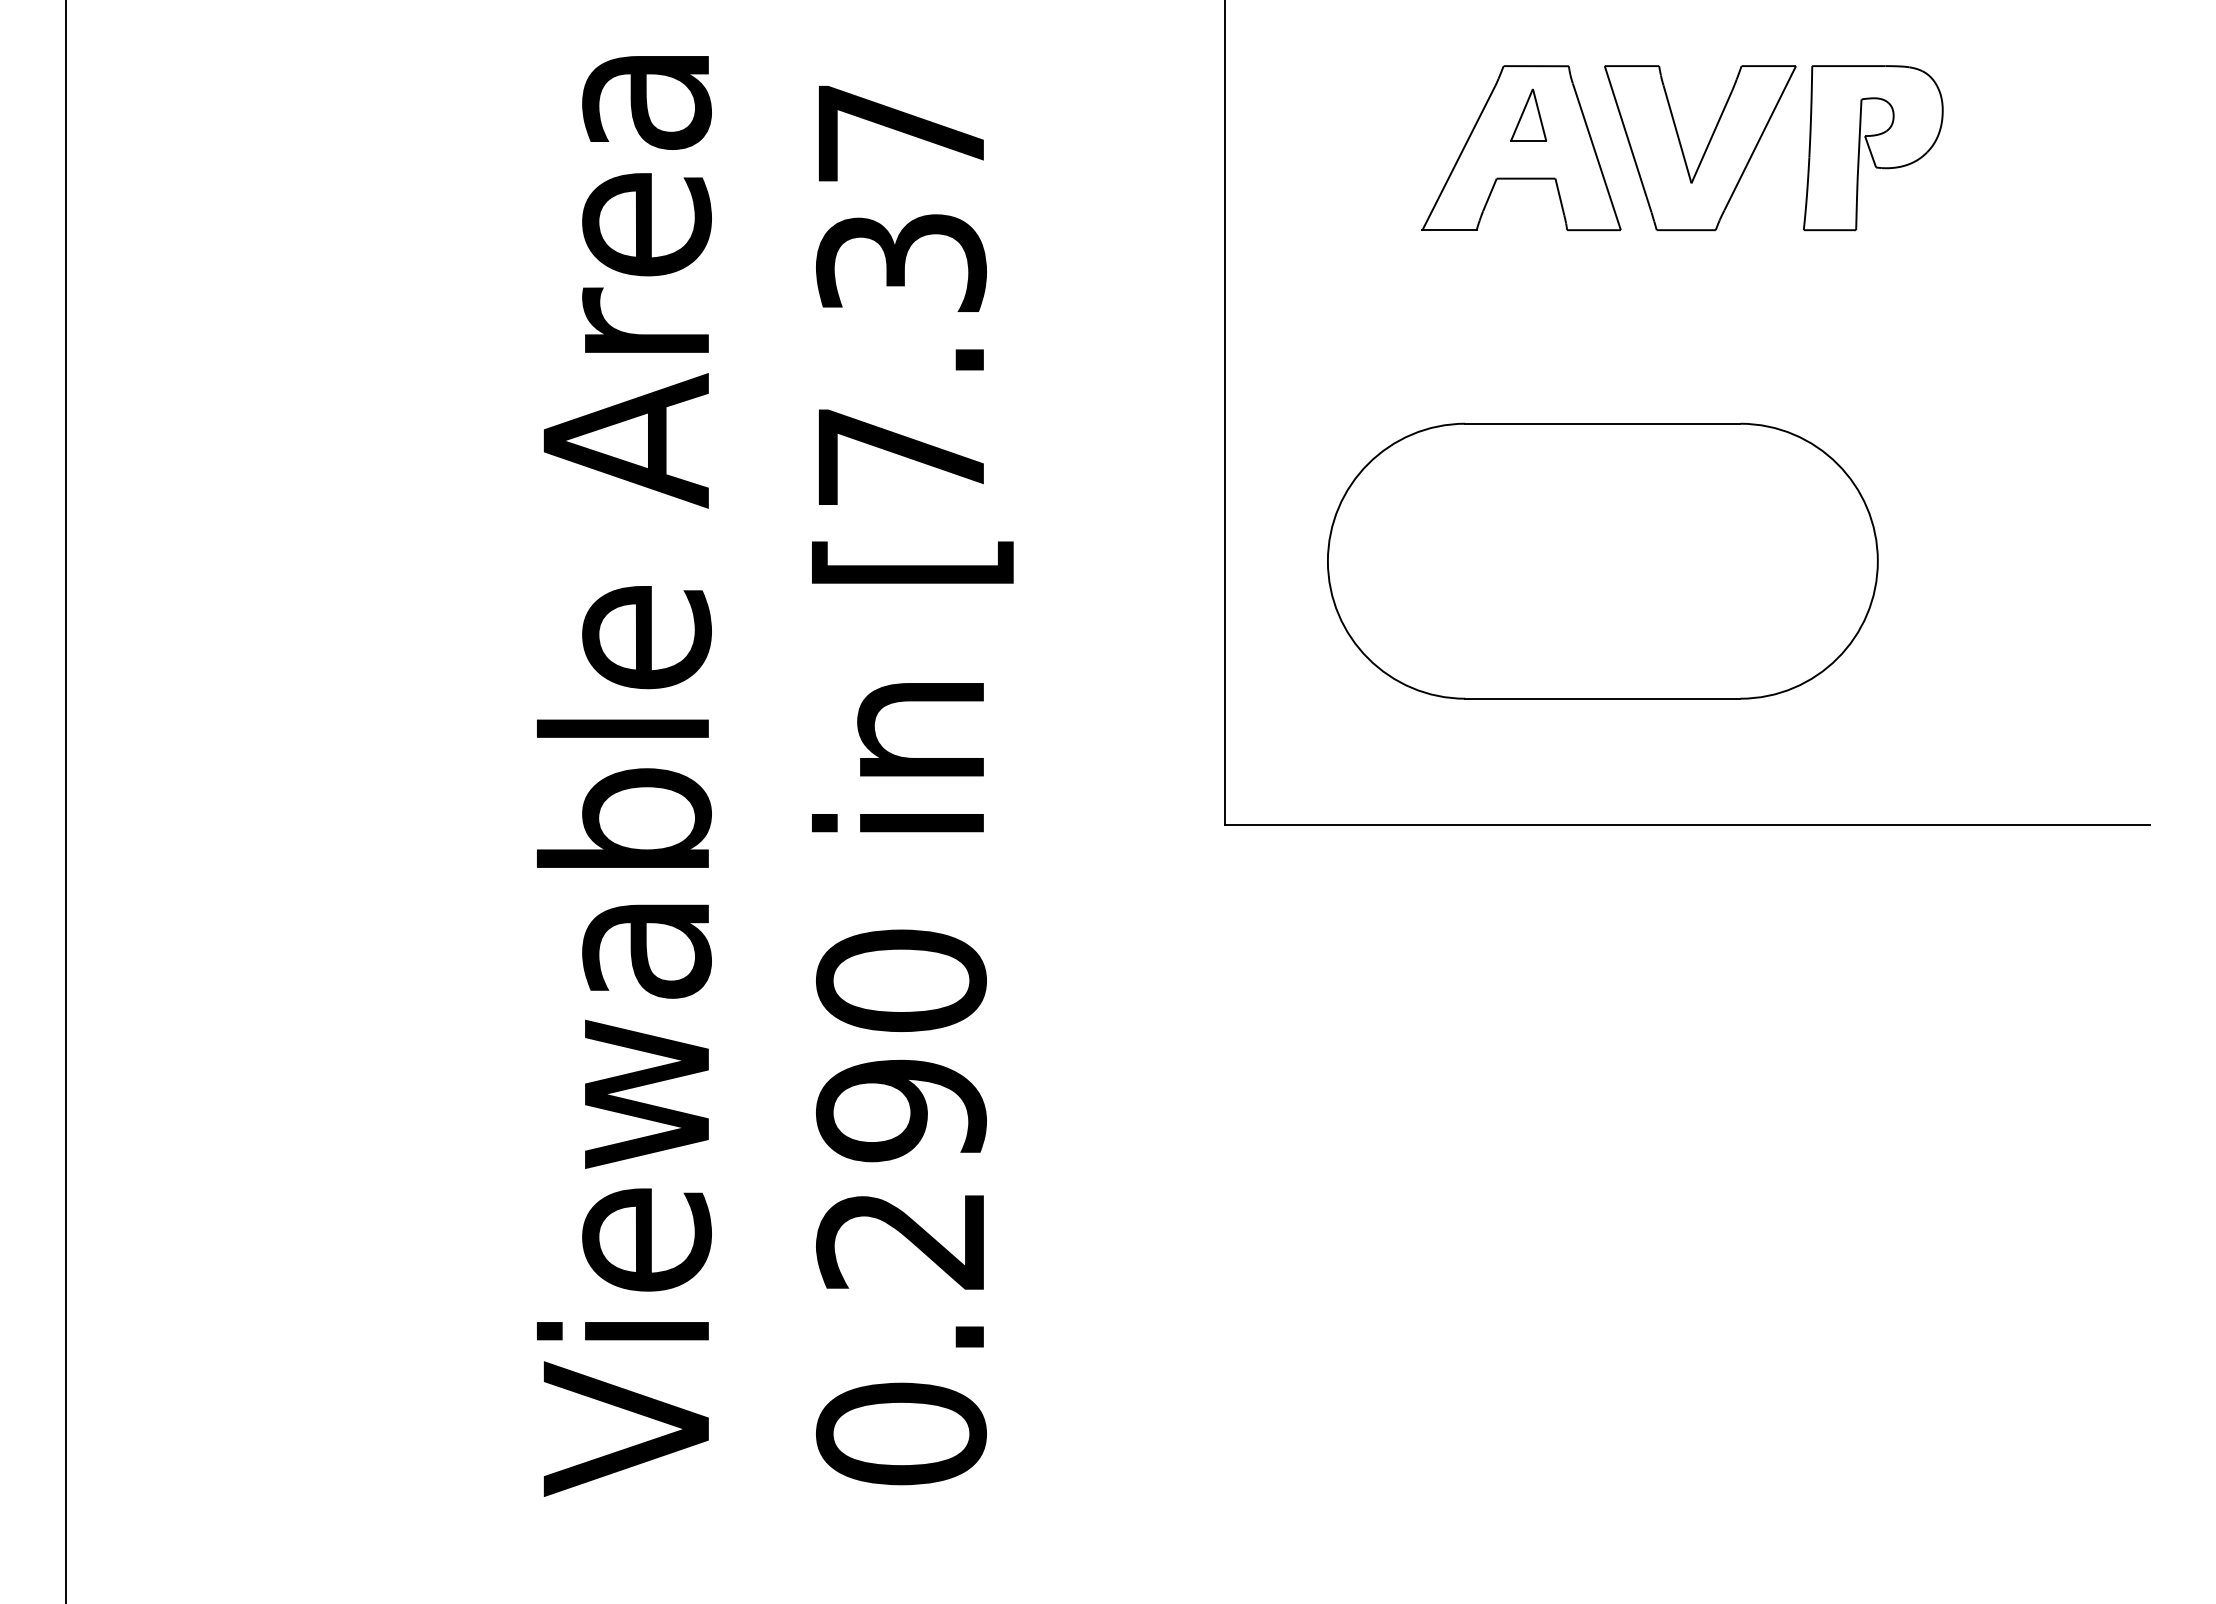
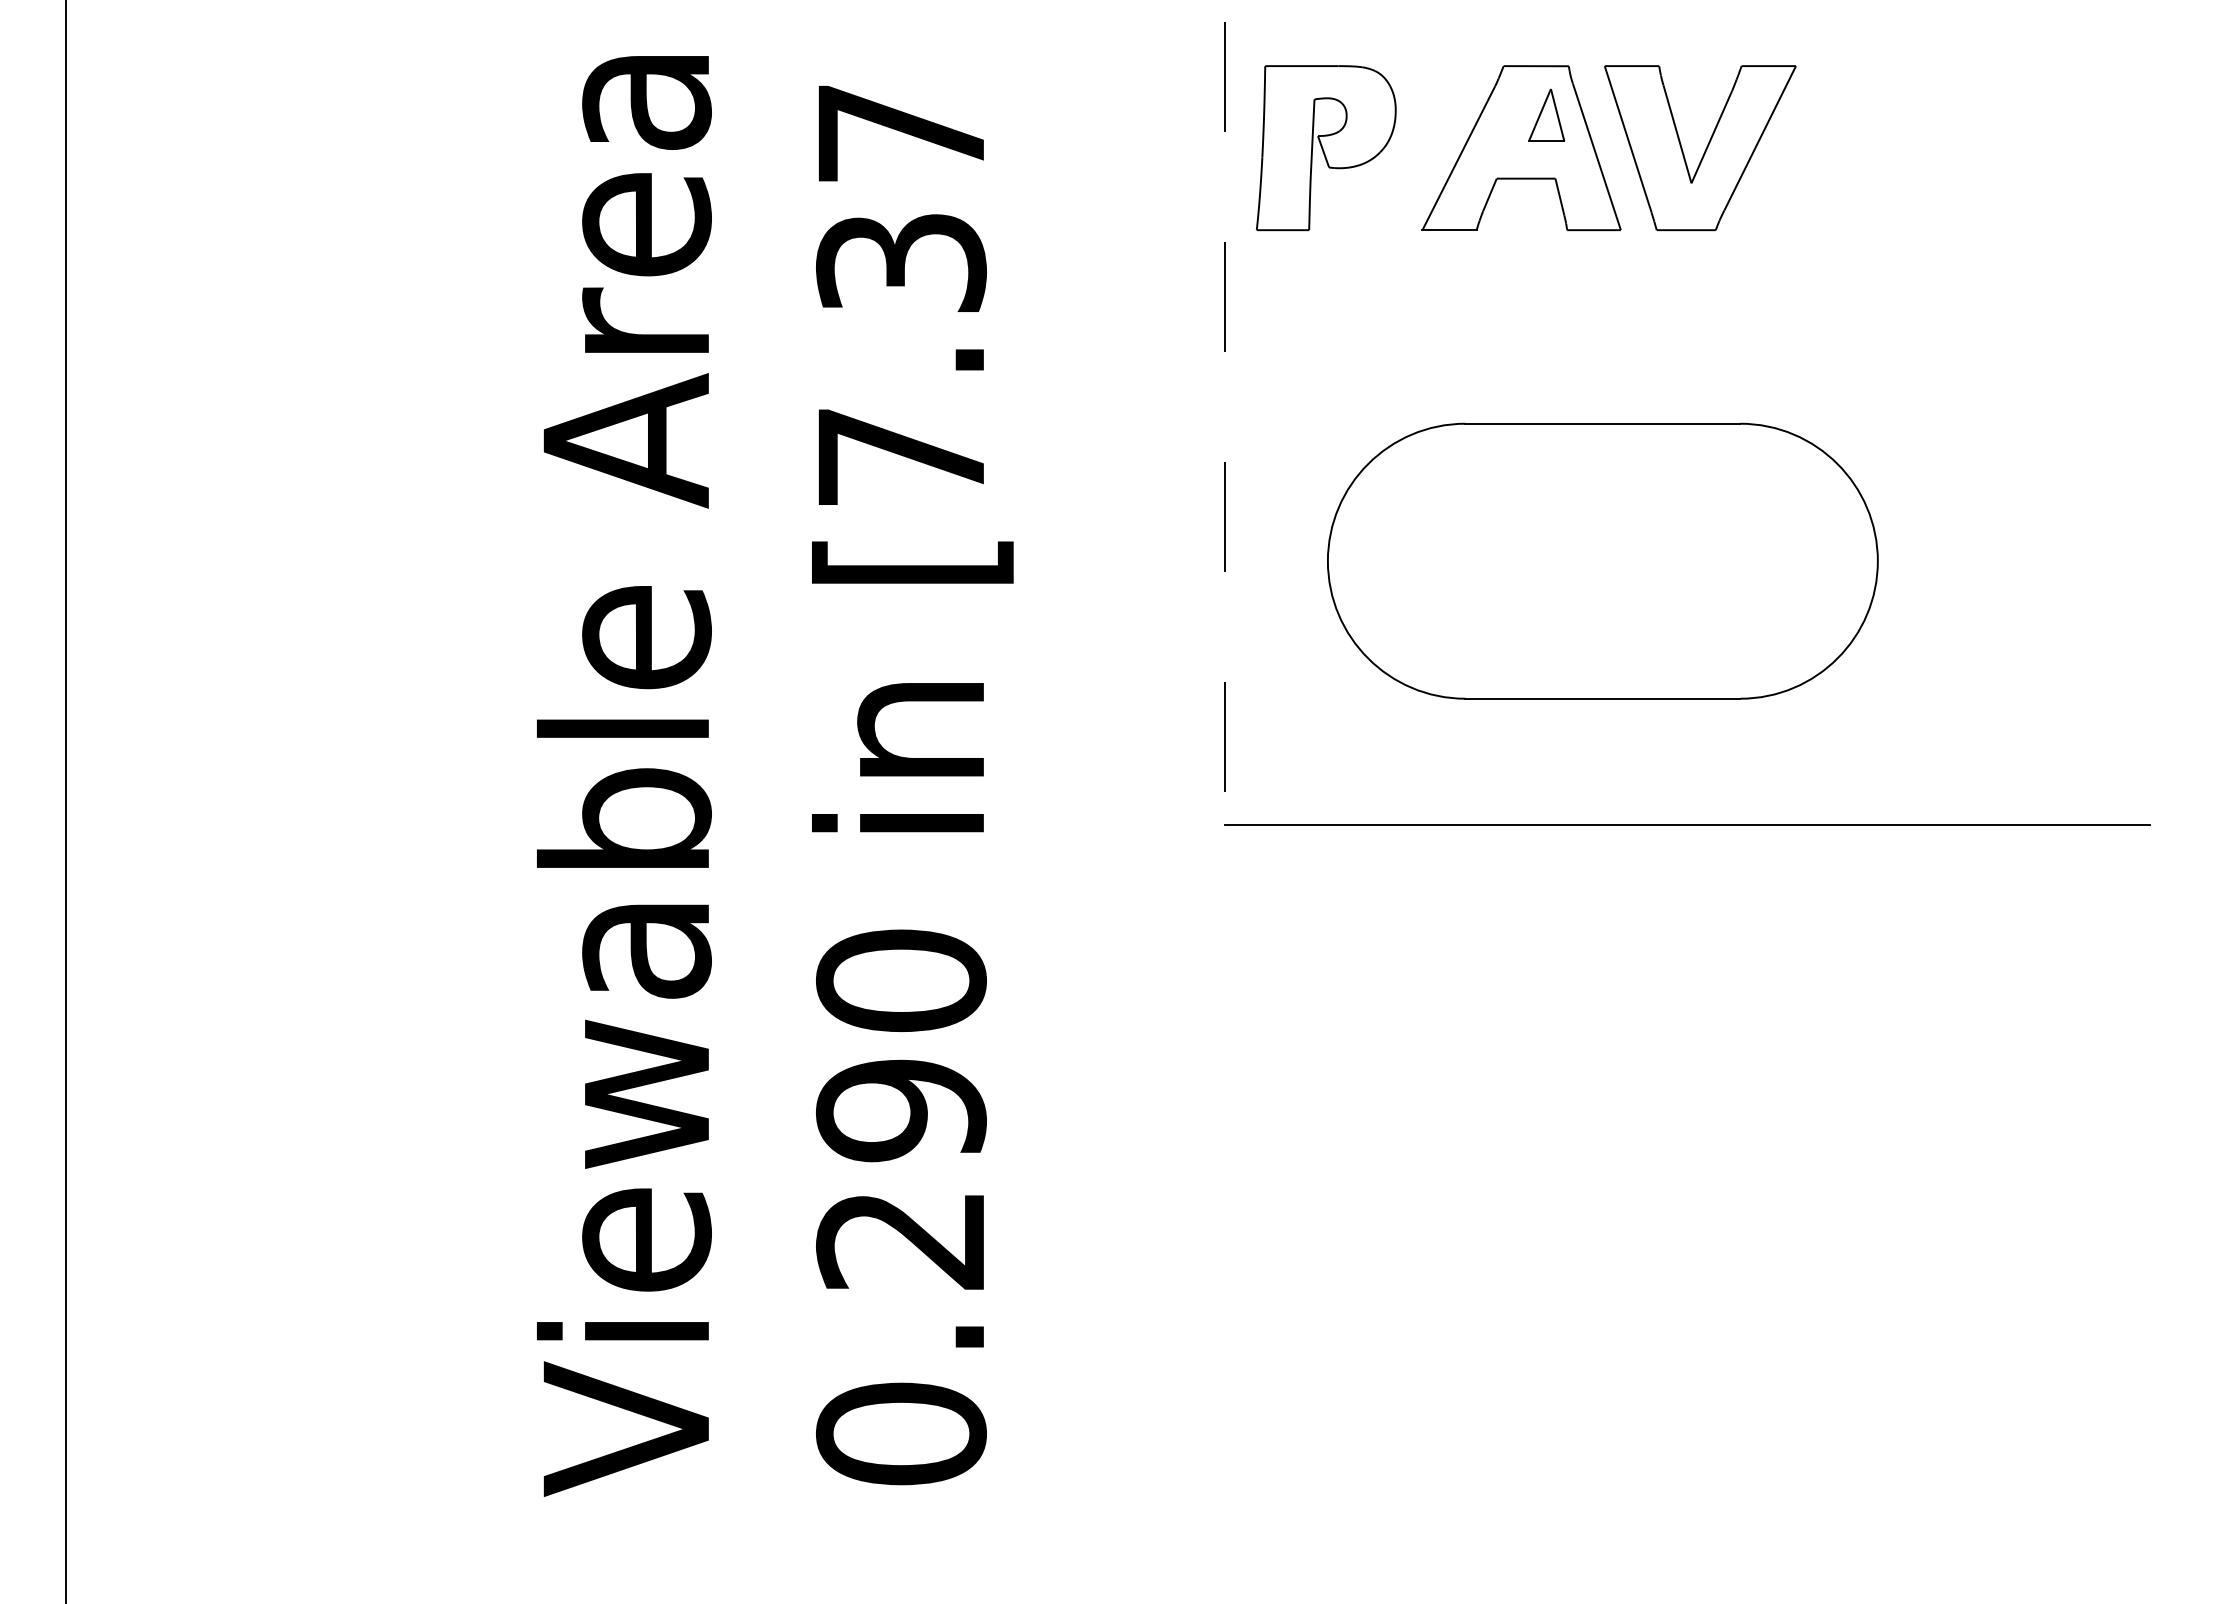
part at (1528, 114) position: (1528, 114) -> (1546, 114)
part at (1873, 148) position: (1873, 148) -> (1326, 148)
line at (1224, 413): solid -> dashed
